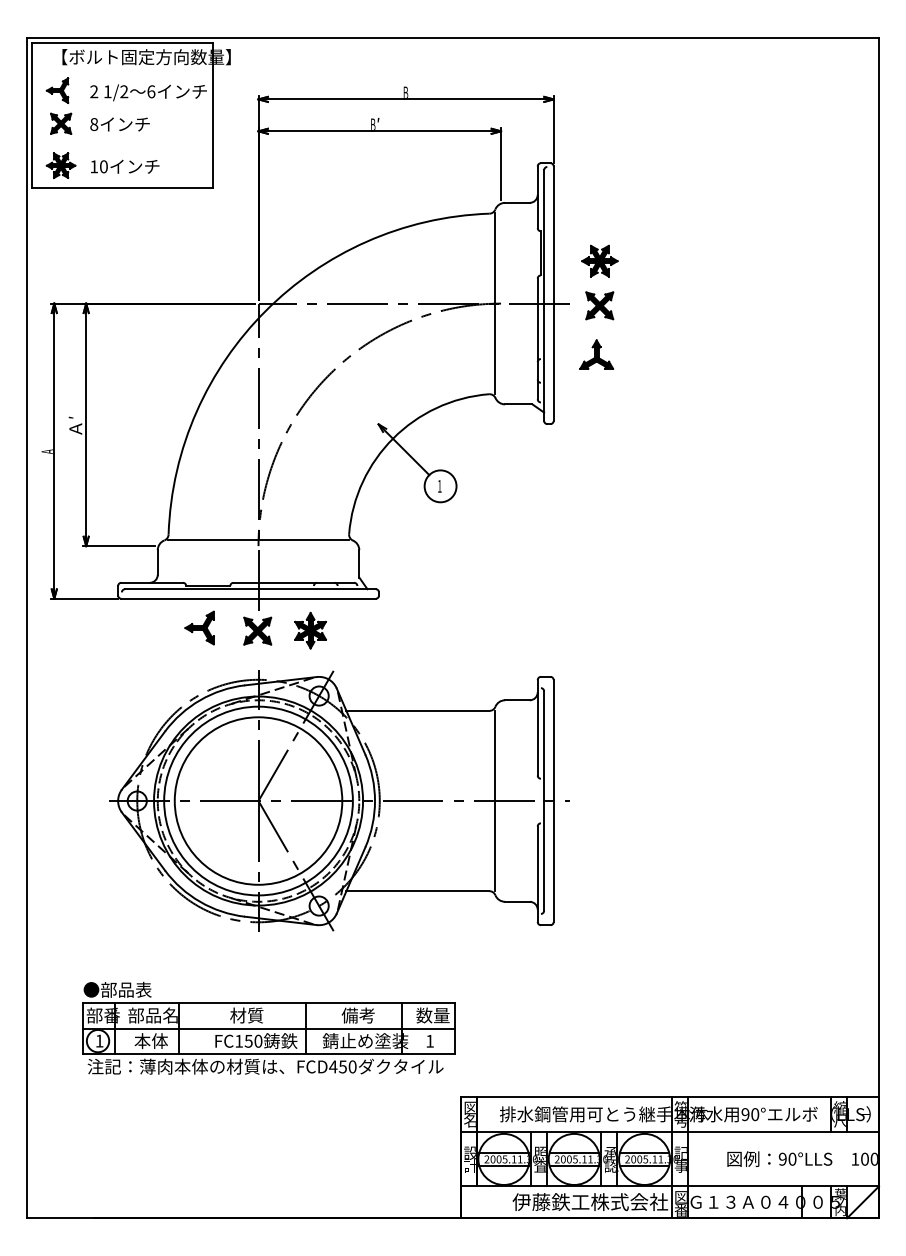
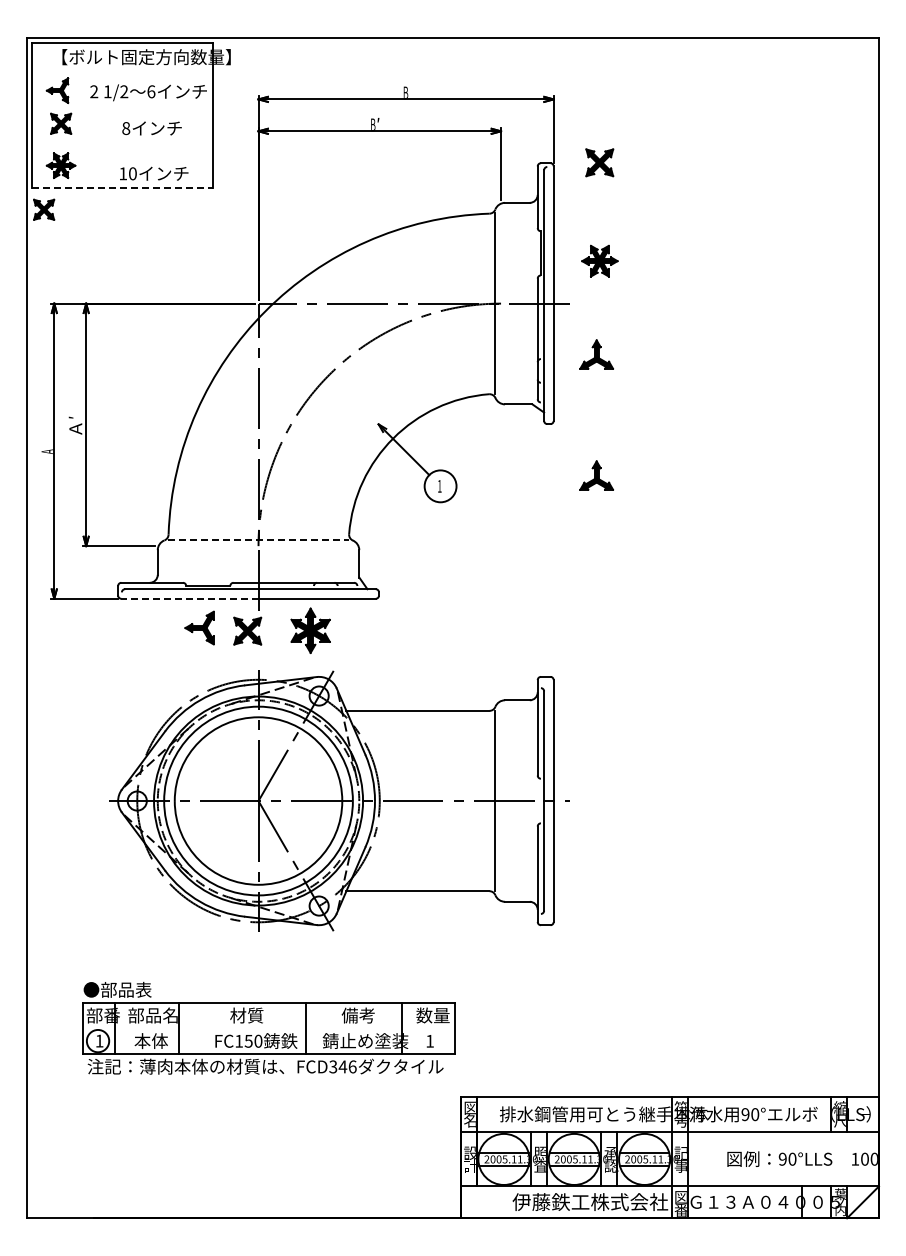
text at (119, 124) position: (119, 124) -> (151, 128)
text at (125, 166) position: (125, 166) -> (154, 173)
line at (122, 187): solid -> dashed
part at (44, 209): none -> present
part at (599, 305) position: (599, 305) -> (599, 162)
part at (596, 475): none -> present
line at (259, 539): solid -> dashed
line at (189, 598): solid -> dashed
part at (257, 630) position: (257, 630) -> (247, 630)
part at (310, 630) size: 33x39 px -> 41x47 px
line at (268, 1028): present -> none
text at (342, 1066): FCD450 -> FCD346
